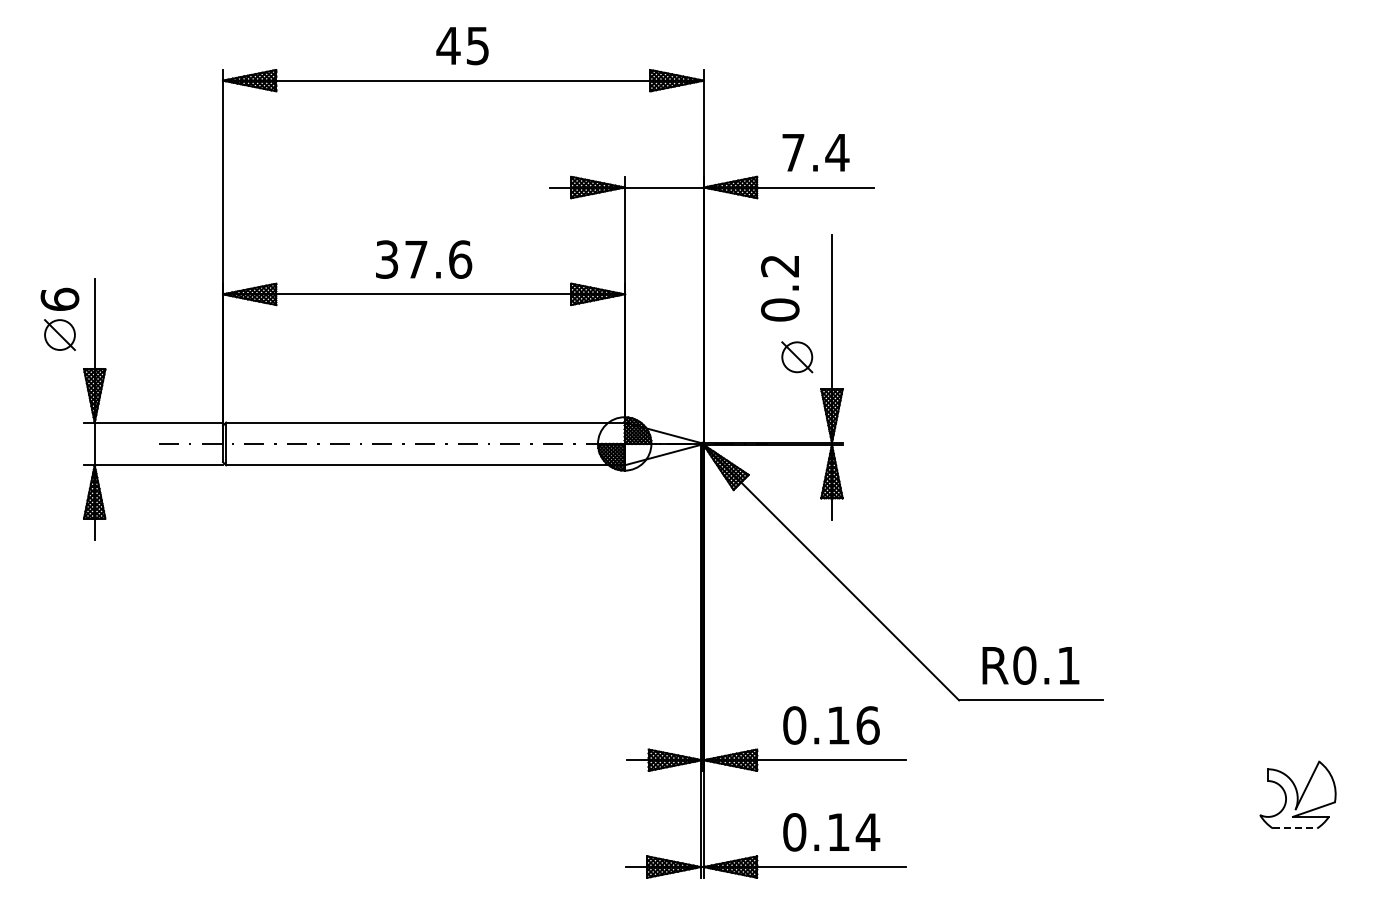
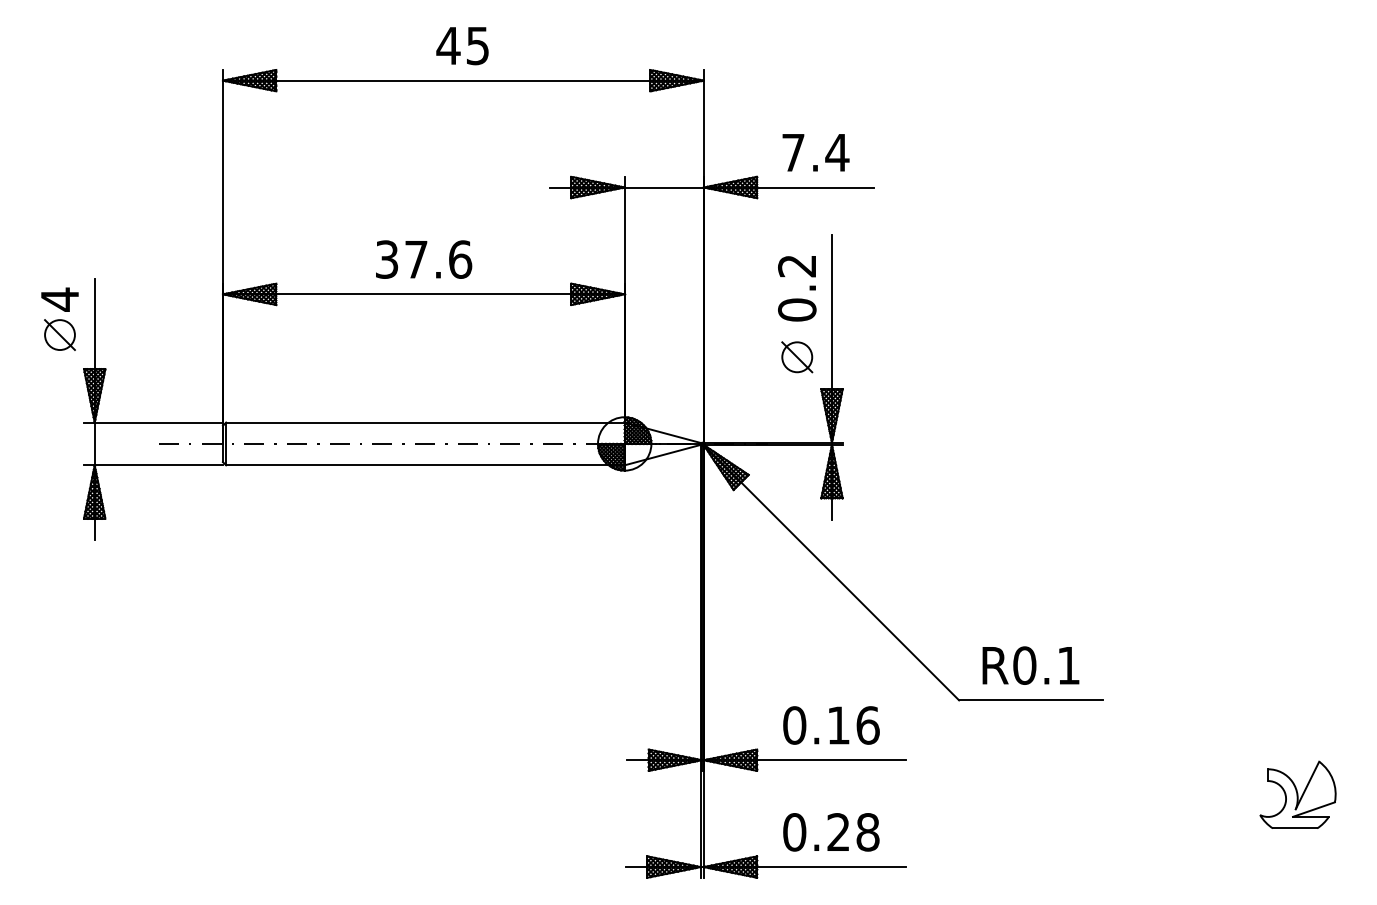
text at (780, 288) position: (780, 288) -> (797, 288)
text at (59, 299): 6 -> 4
line at (1295, 828): dashed -> solid
text at (853, 832): 0.14 -> 0.28
